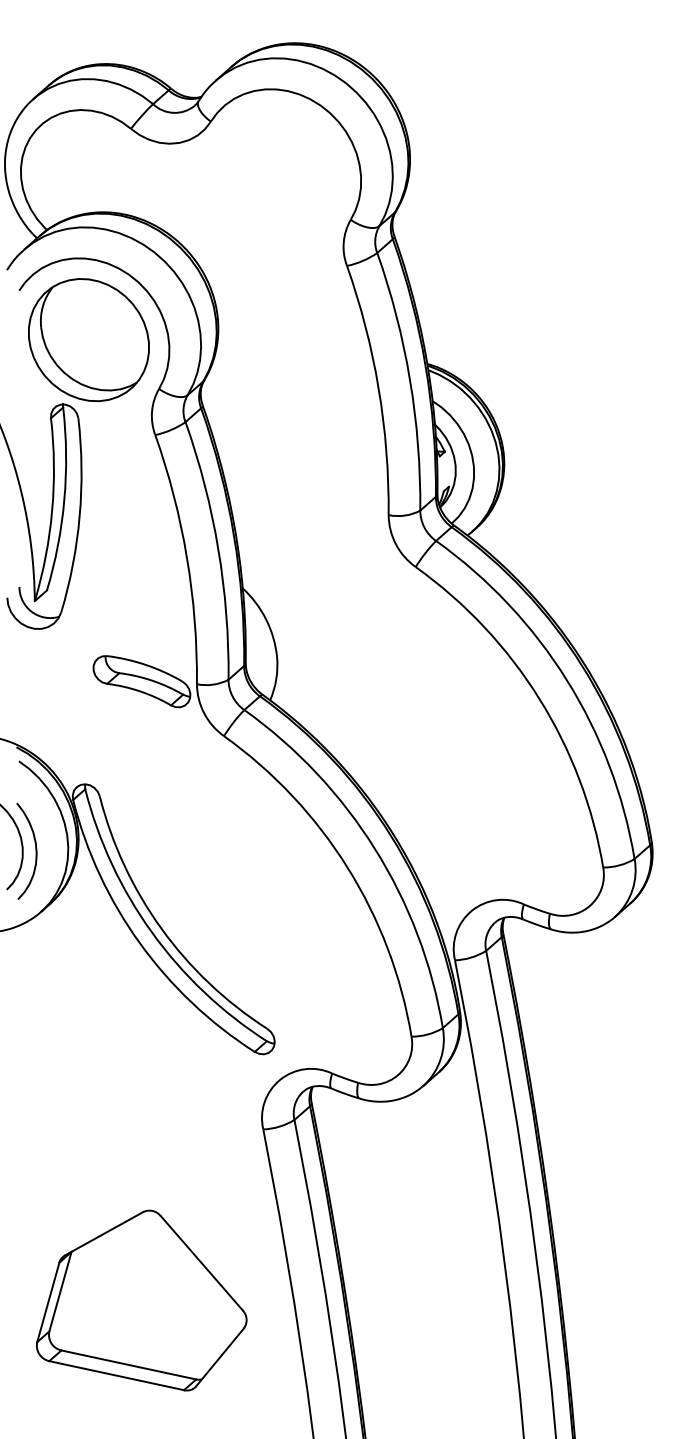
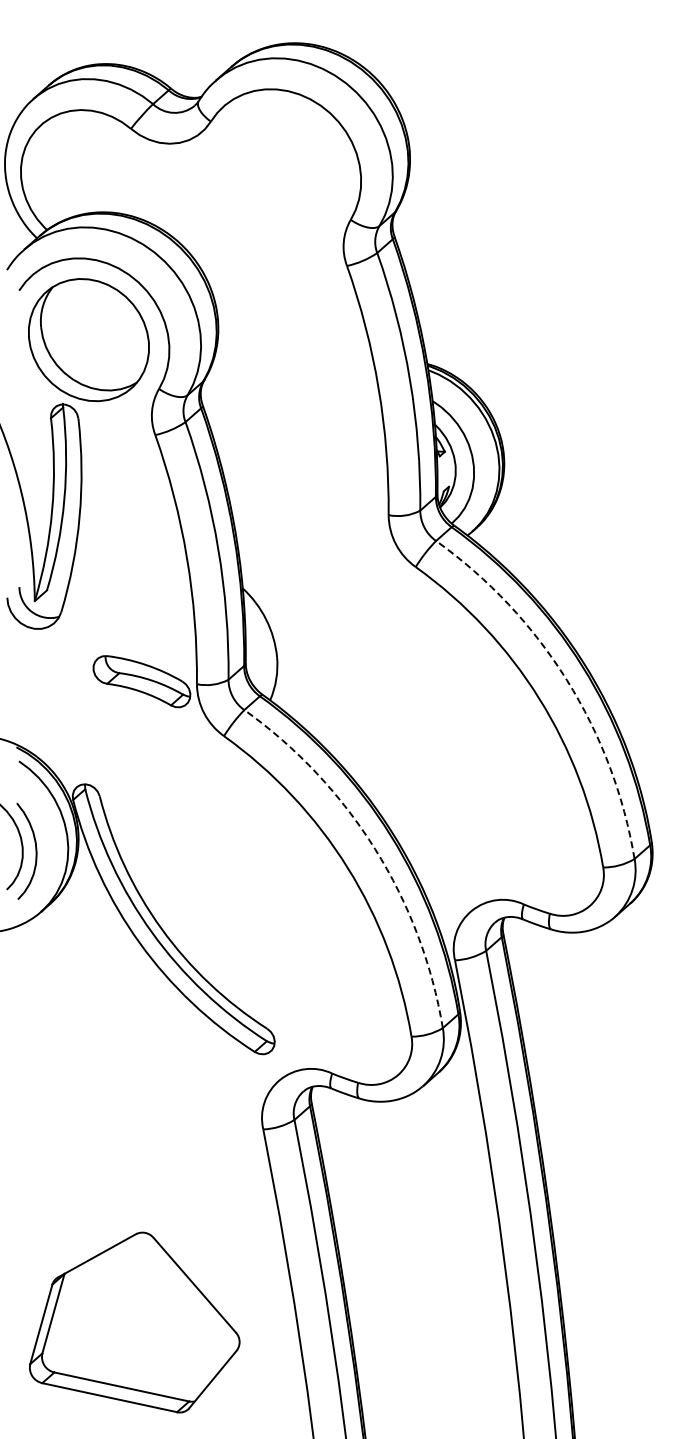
arc at (566, 680): solid -> dashed
arc at (375, 849): solid -> dashed
part at (141, 1300) position: (141, 1300) -> (134, 1322)
